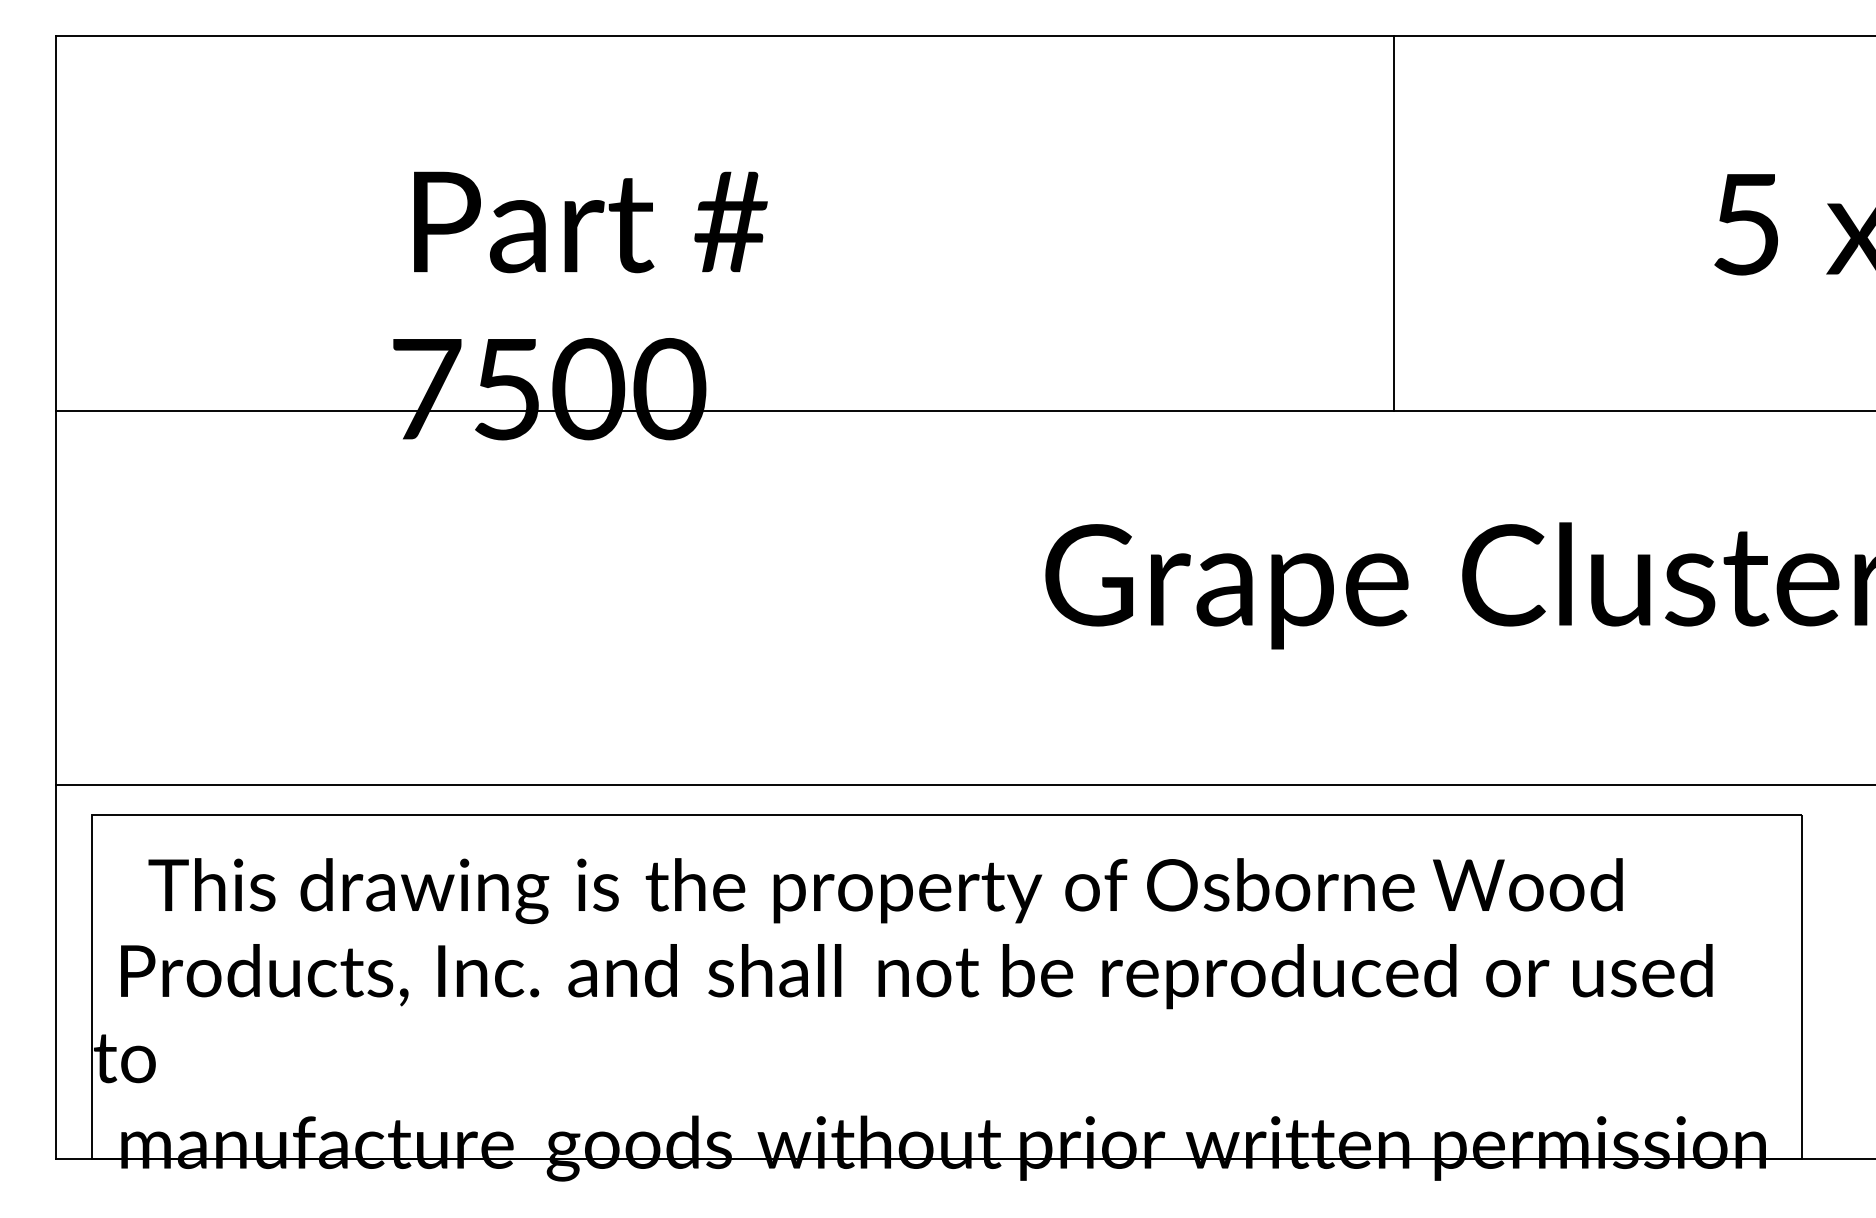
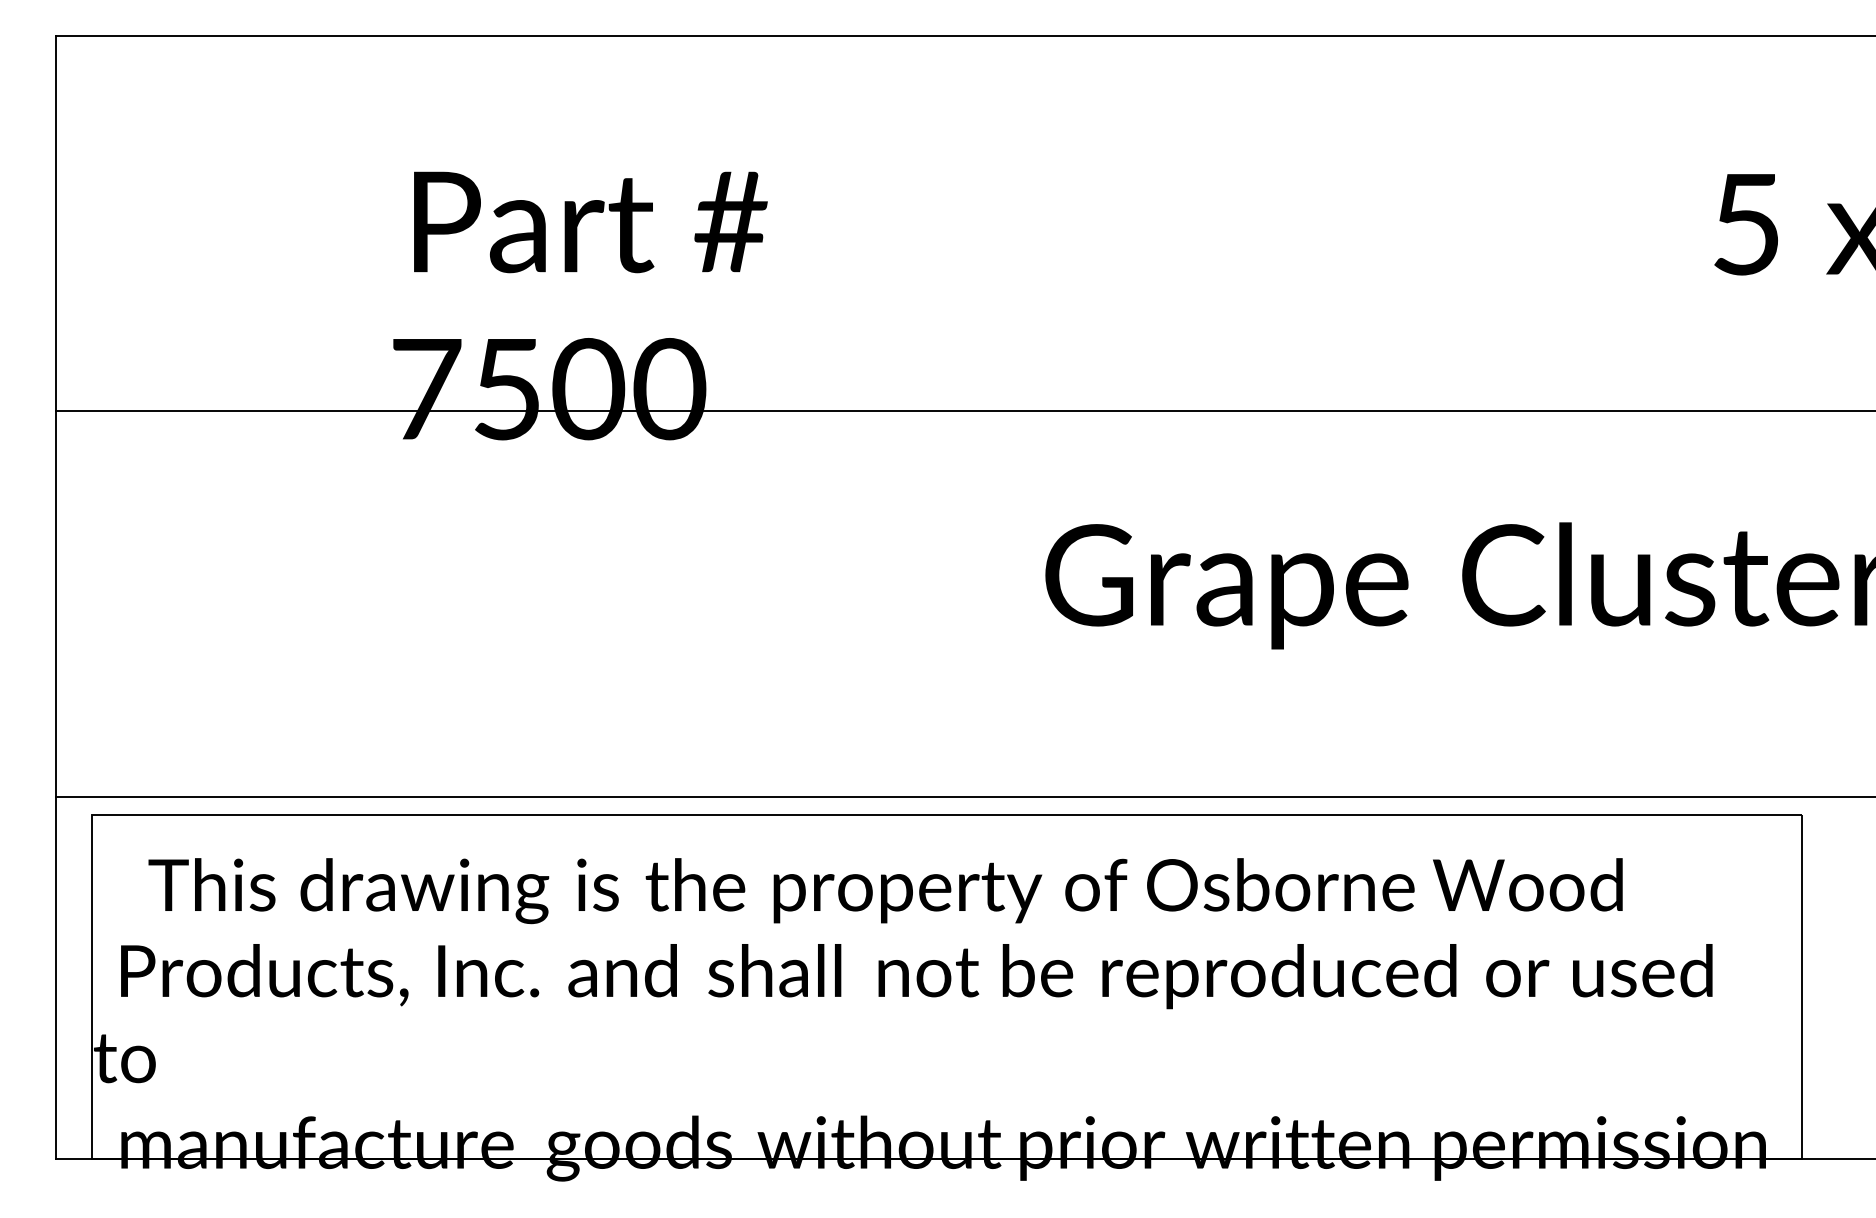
line at (1393, 223): present -> none
line at (964, 785) position: (964, 785) -> (964, 797)
